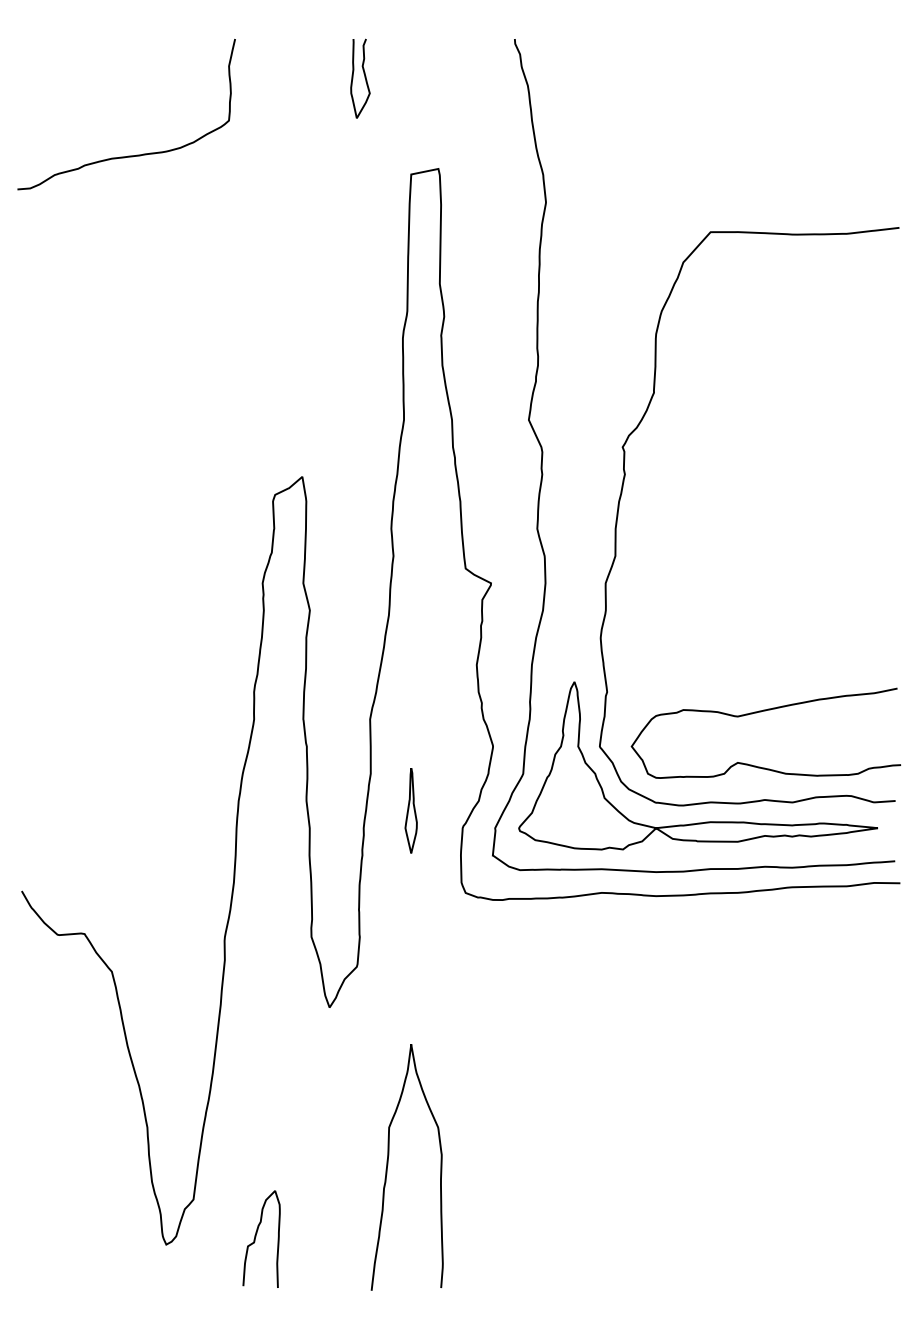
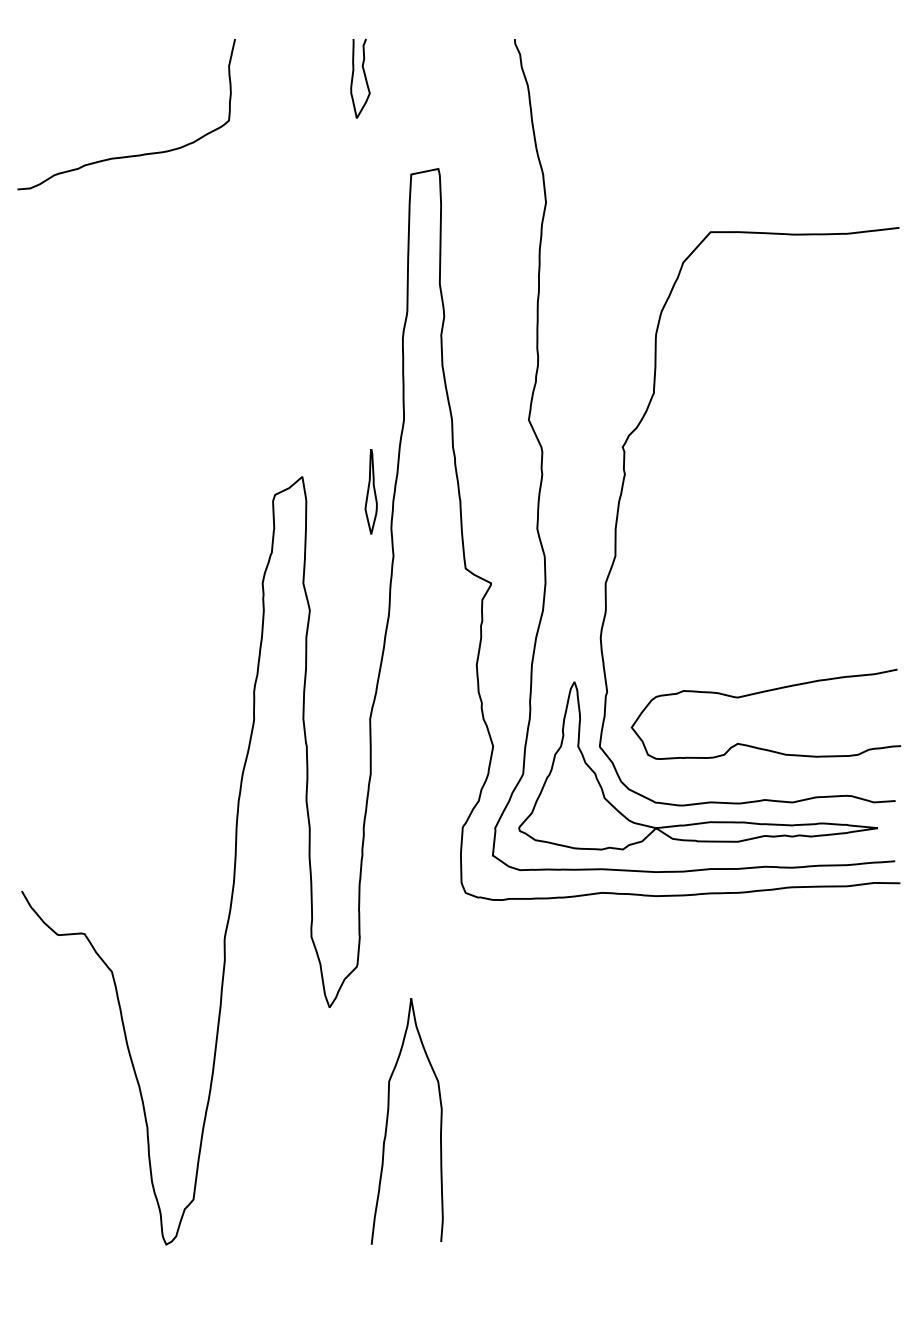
curve at (761, 712) position: (761, 712) -> (761, 693)
part at (410, 810) position: (410, 810) -> (370, 491)
curve at (388, 1165) position: (388, 1165) -> (388, 1119)
curve at (256, 1237): present -> none
